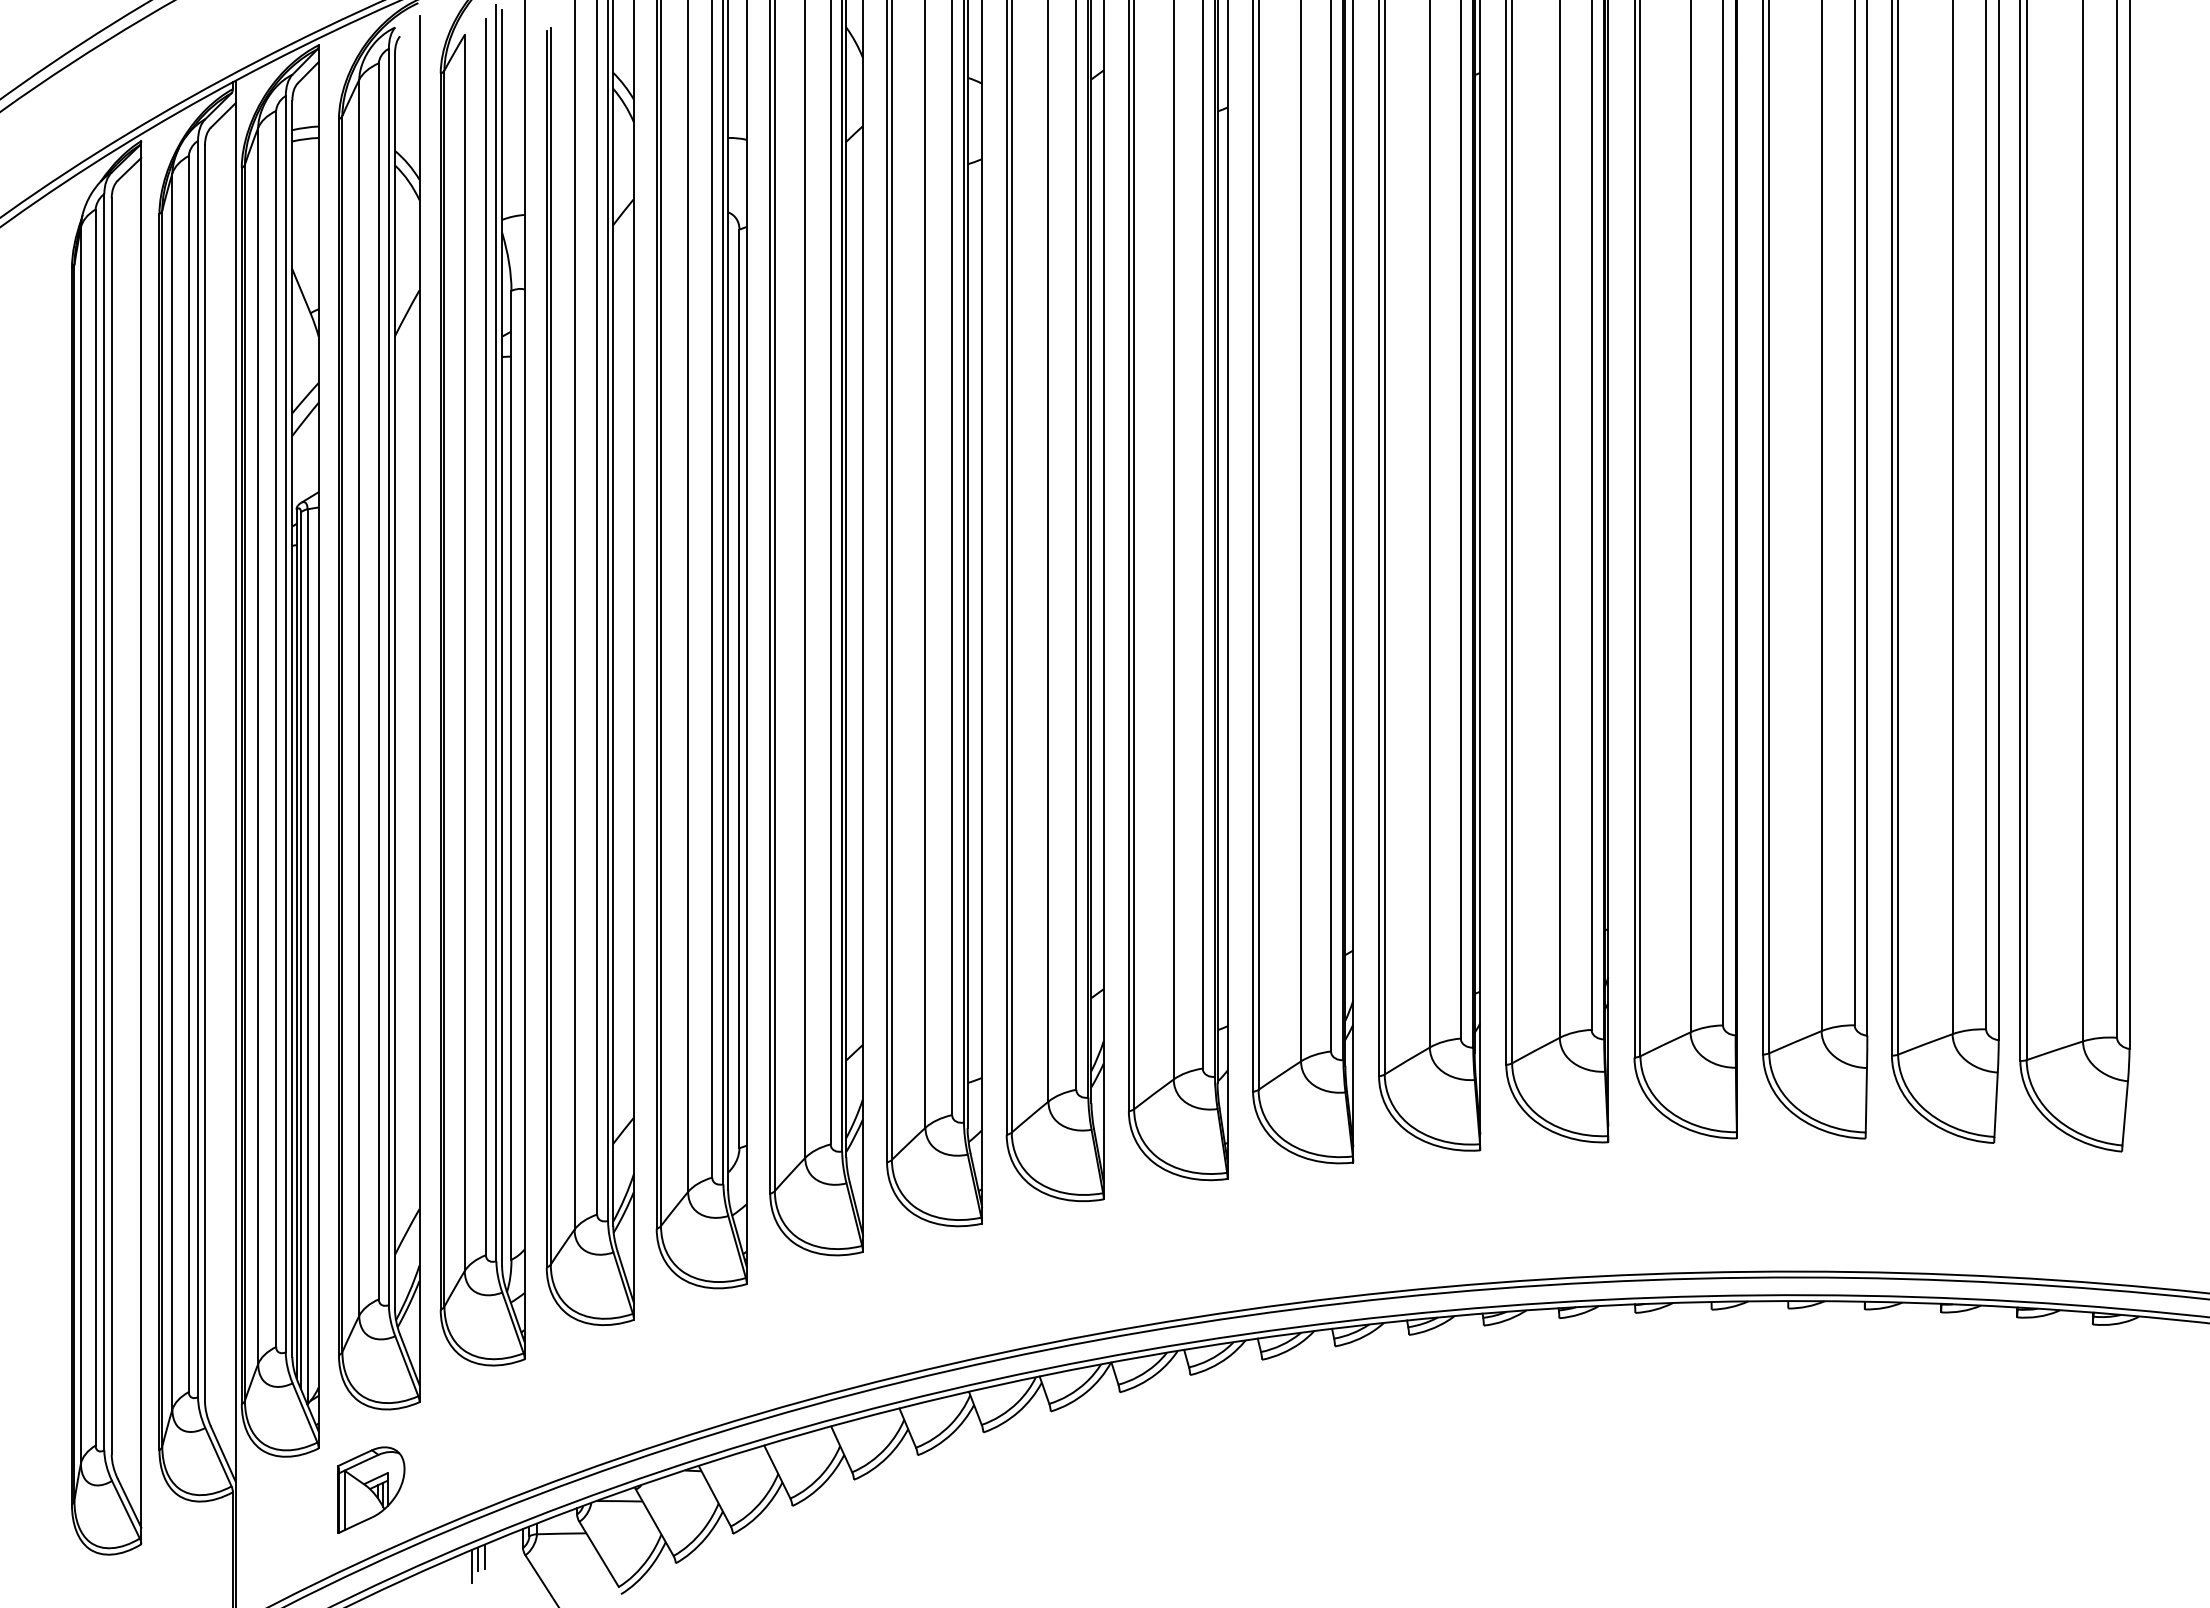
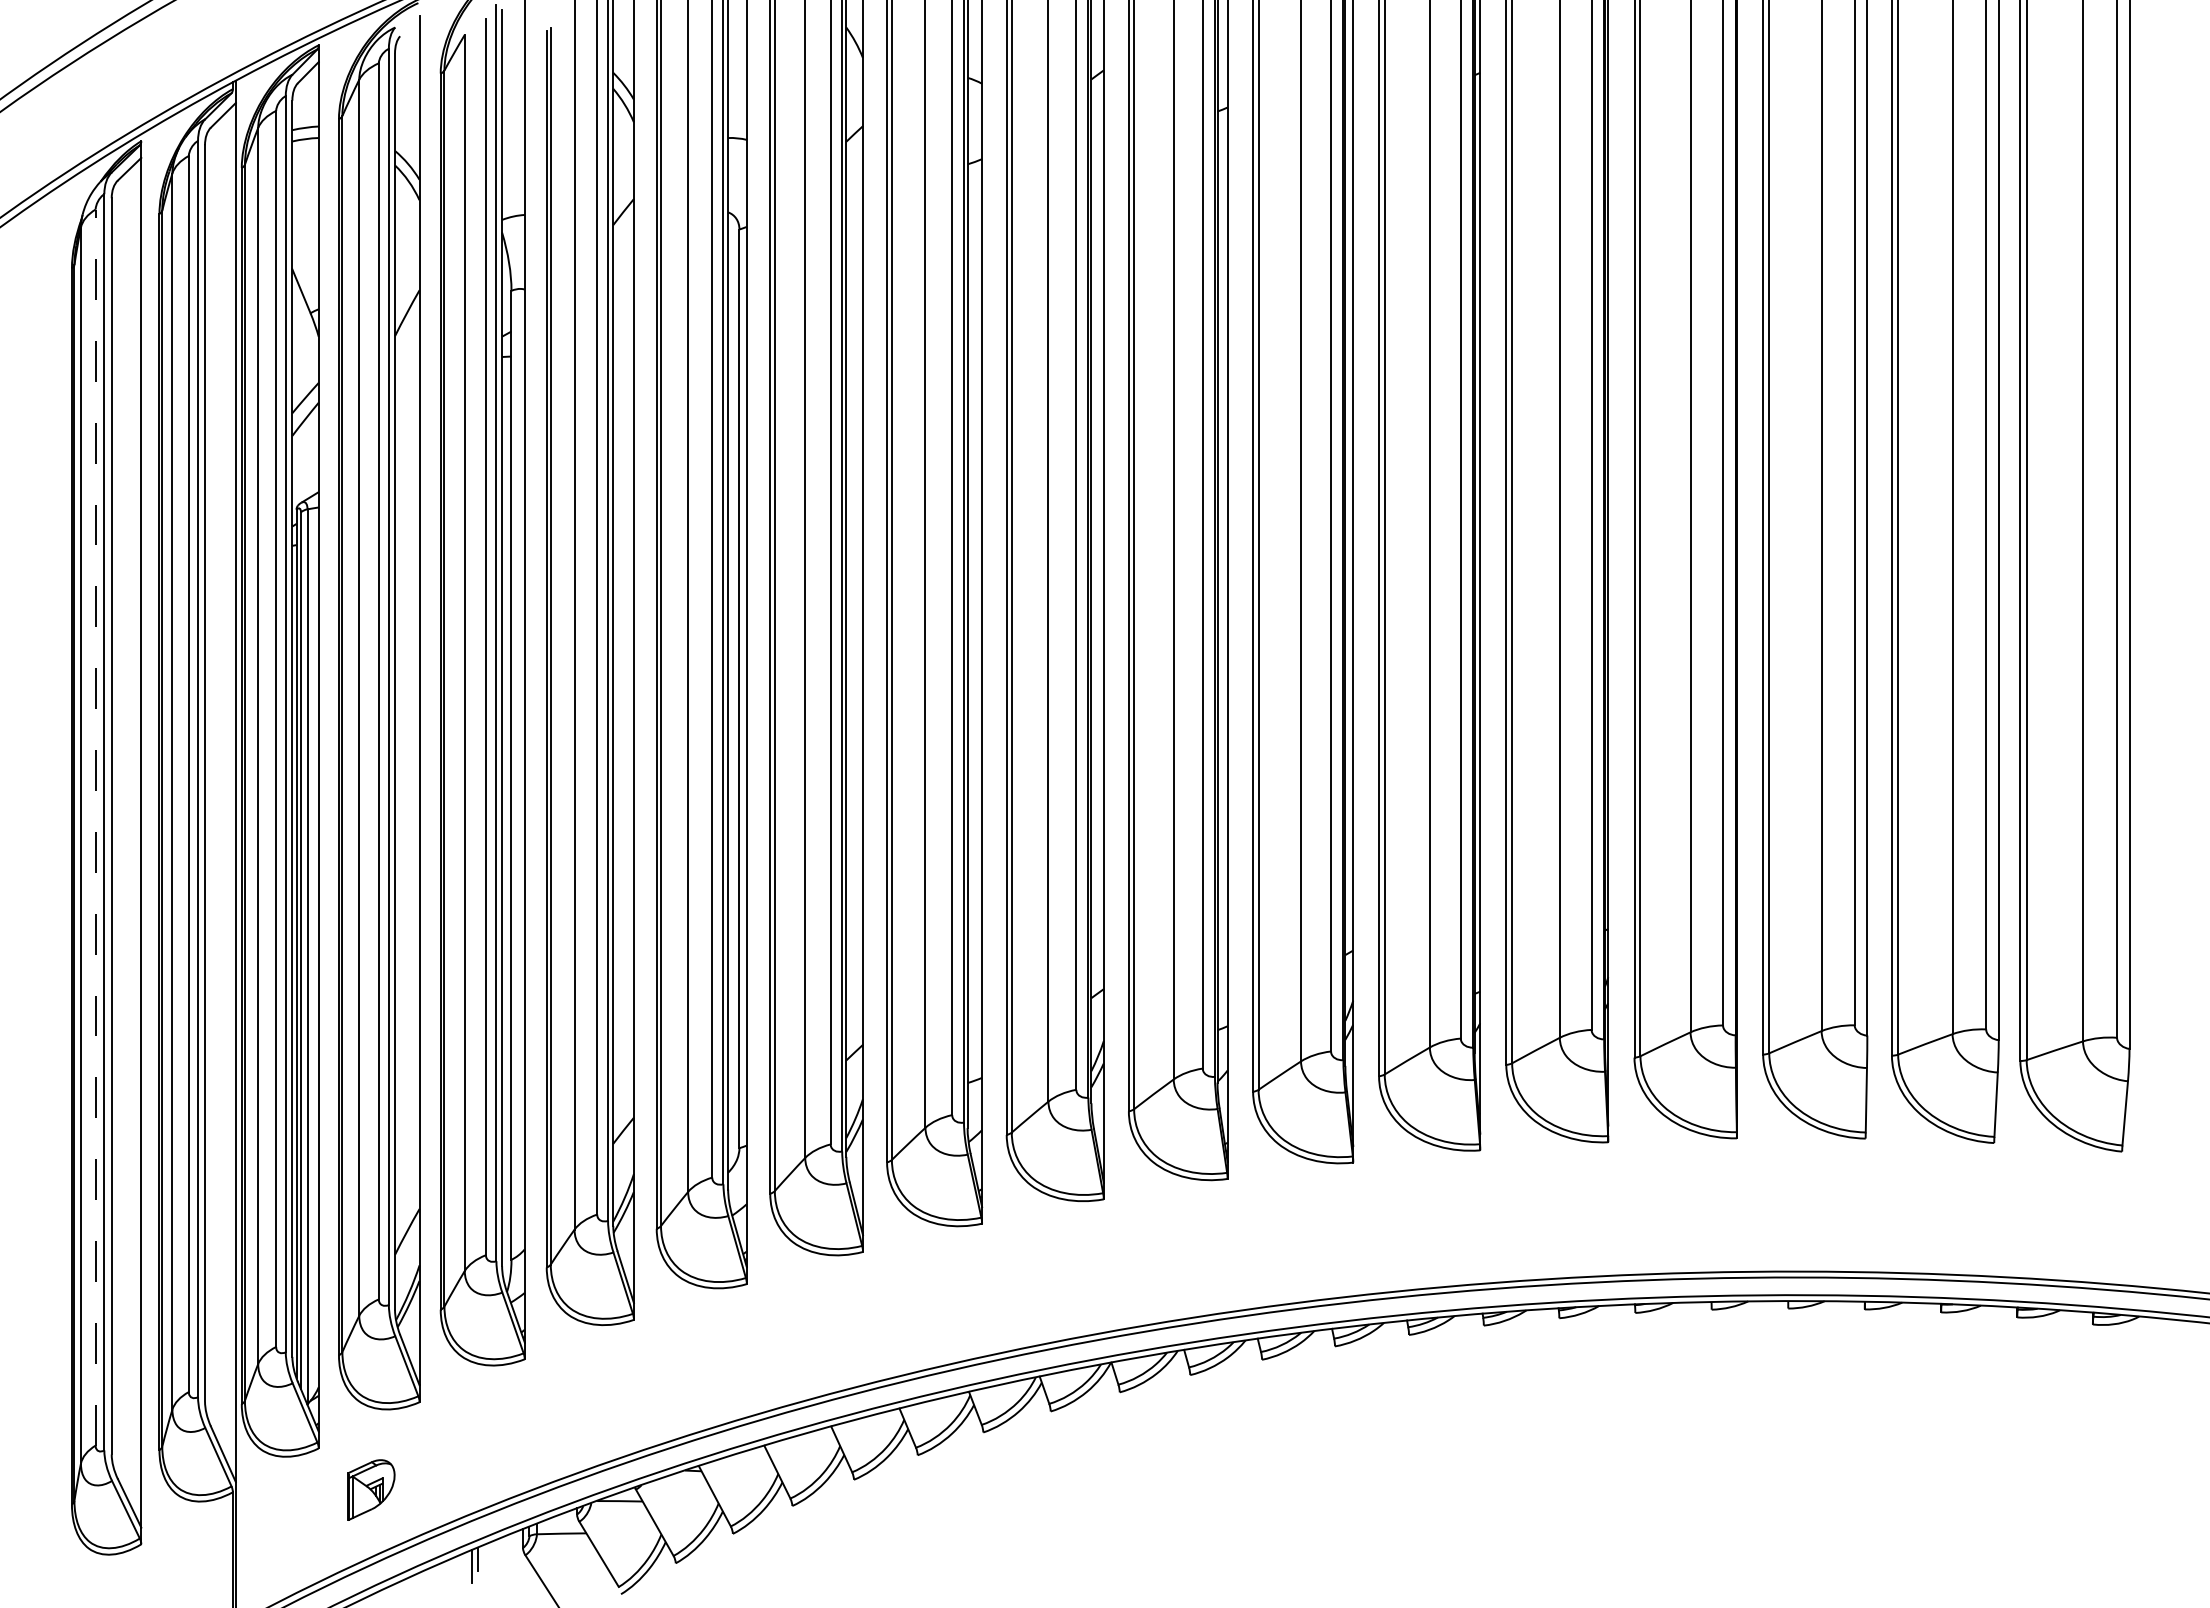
line at (95, 827): solid -> dashed
part at (371, 1489) size: 69x88 px -> 49x62 px
line at (485, 1556): present -> none
